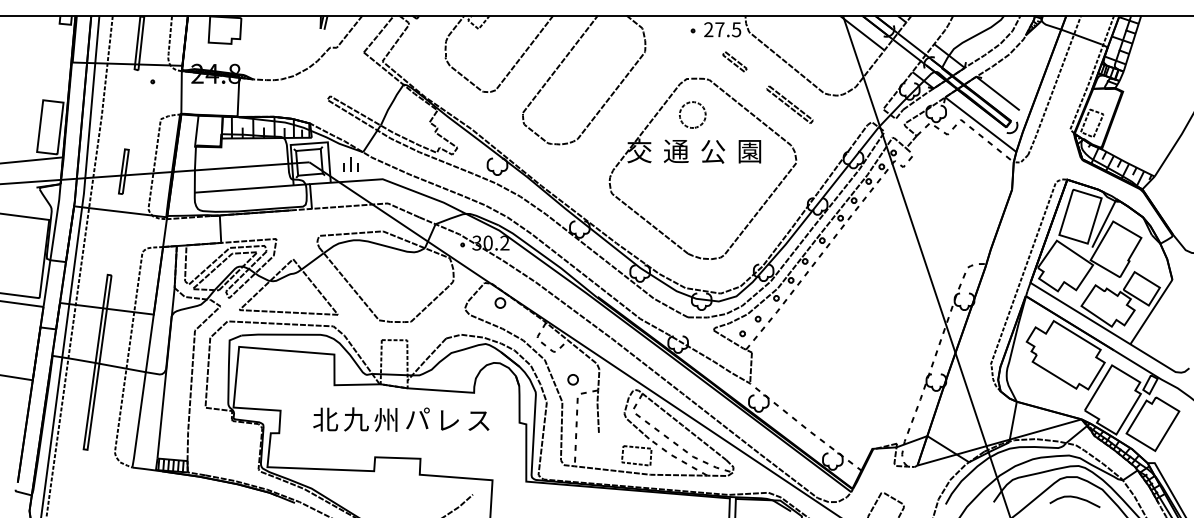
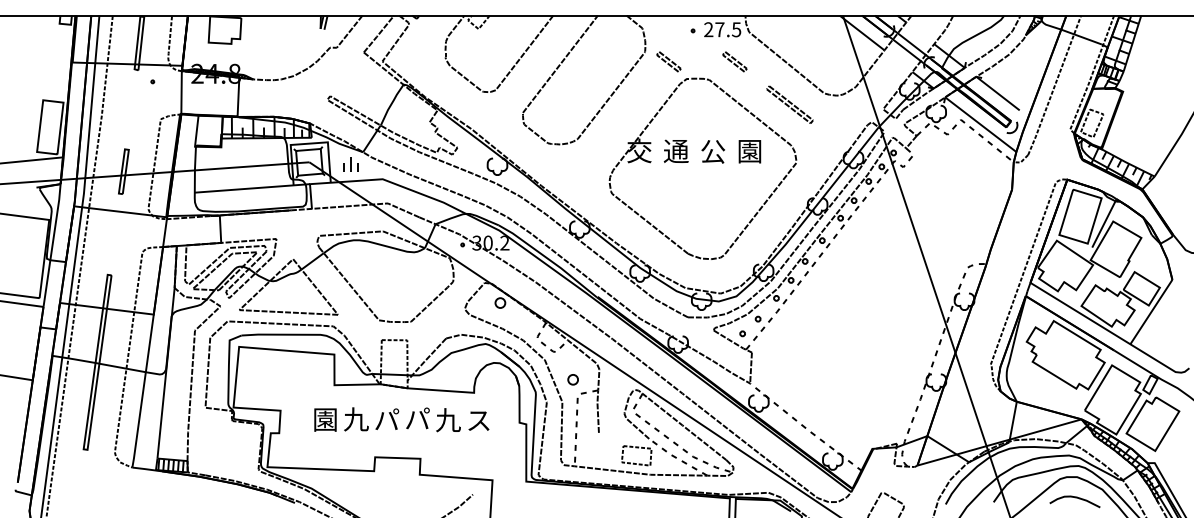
part at (668, 61): none -> present
part at (690, 103): present -> none
text at (325, 419): 北 -> 園
text at (386, 419): 州 -> パ
text at (448, 420): レ -> 九
